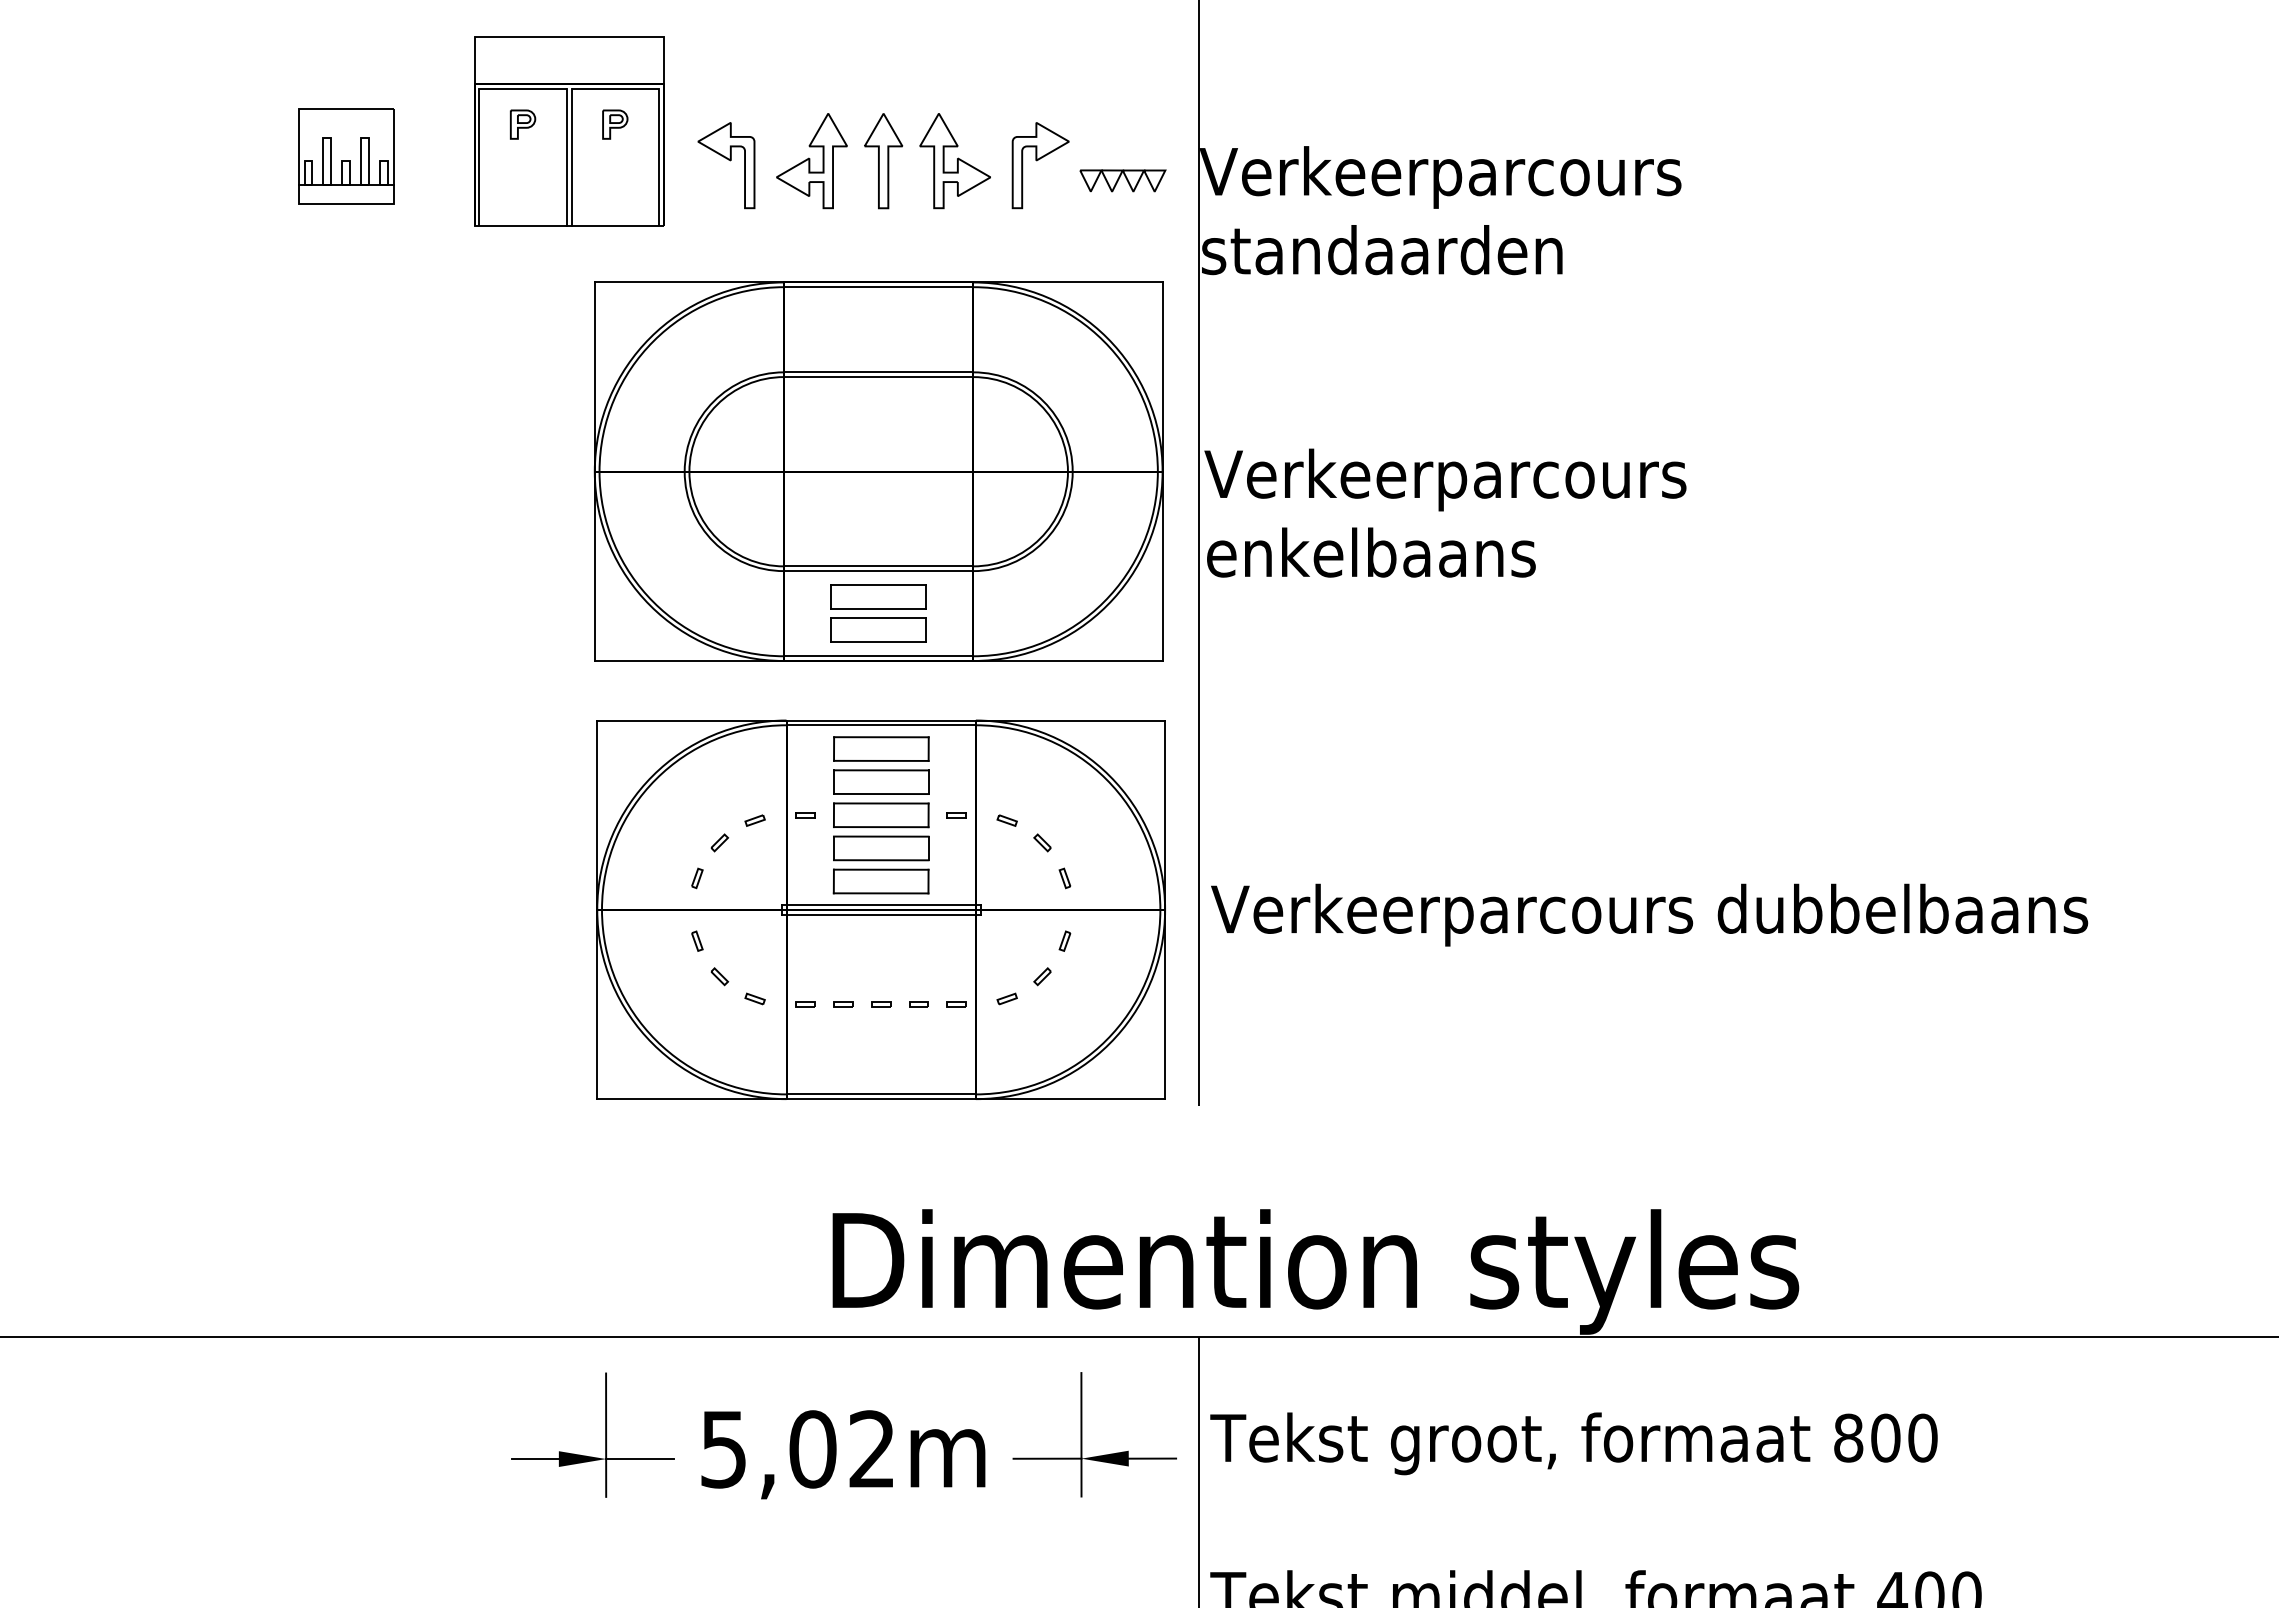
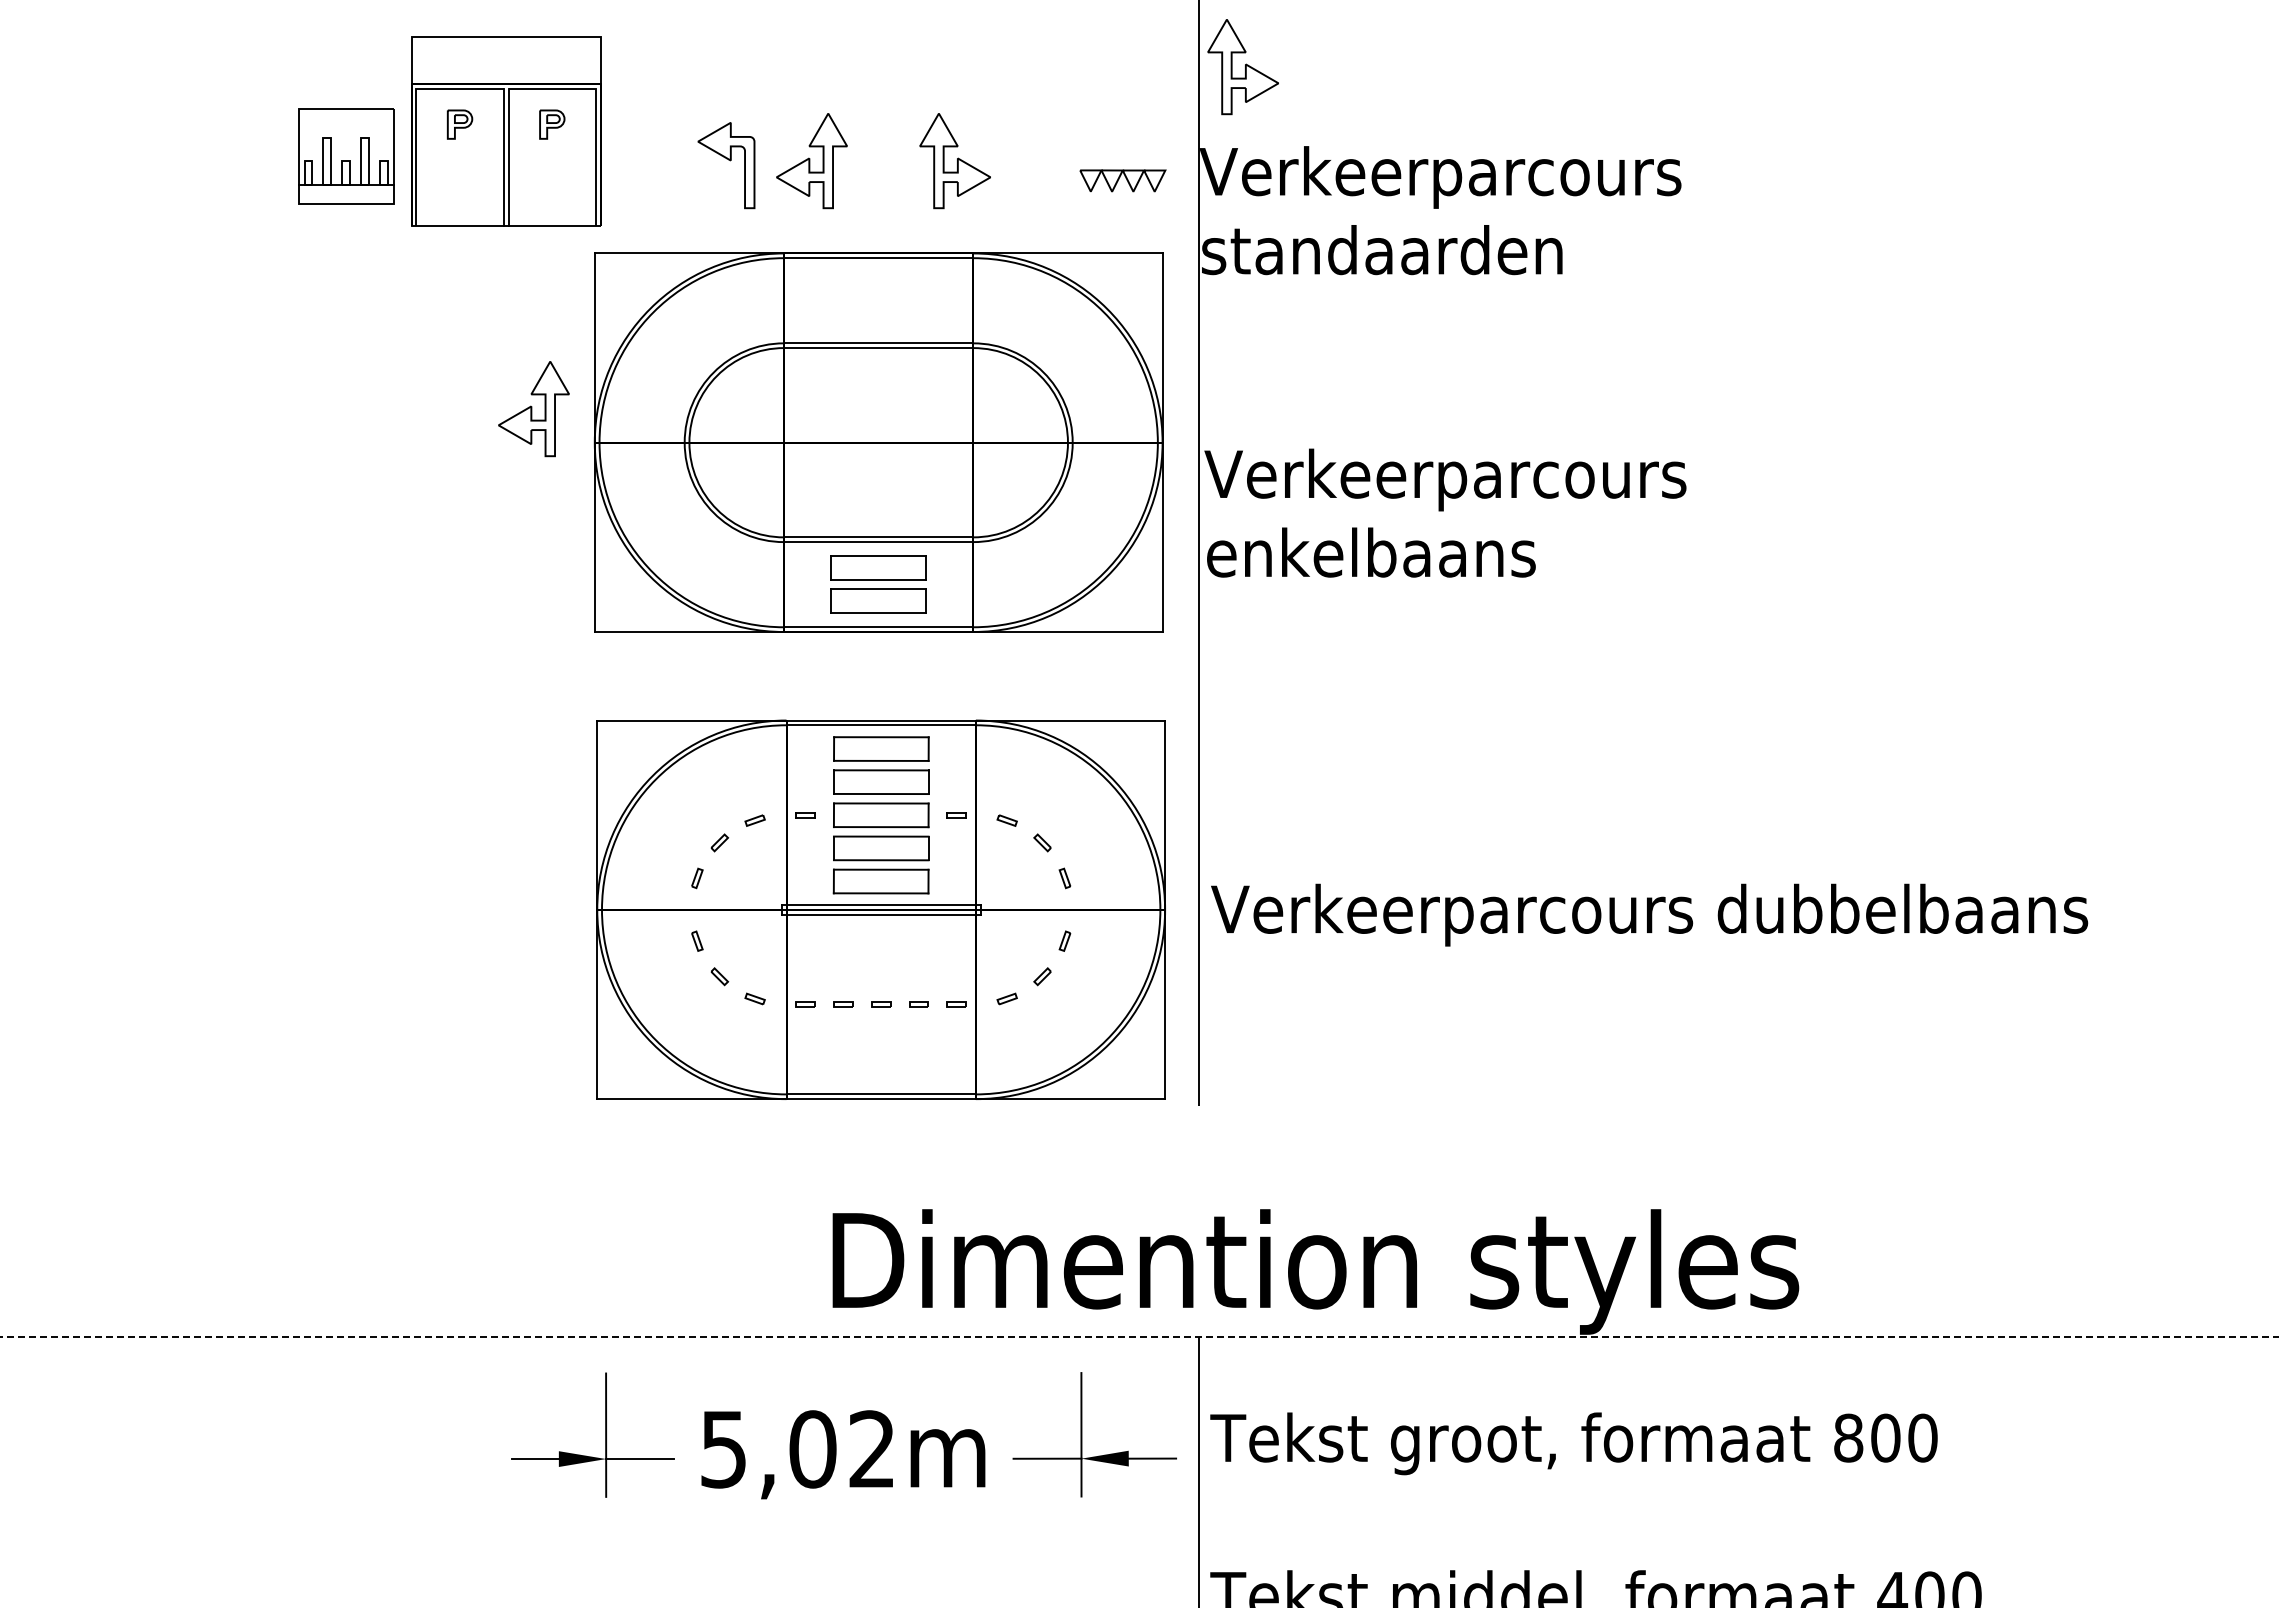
part at (1242, 67): none -> present
part at (569, 131) position: (569, 131) -> (506, 131)
part at (883, 161): present -> none
part at (1040, 165): present -> none
part at (533, 409): none -> present
part at (878, 471) position: (878, 471) -> (878, 442)
line at (1139, 1337): solid -> dashed
